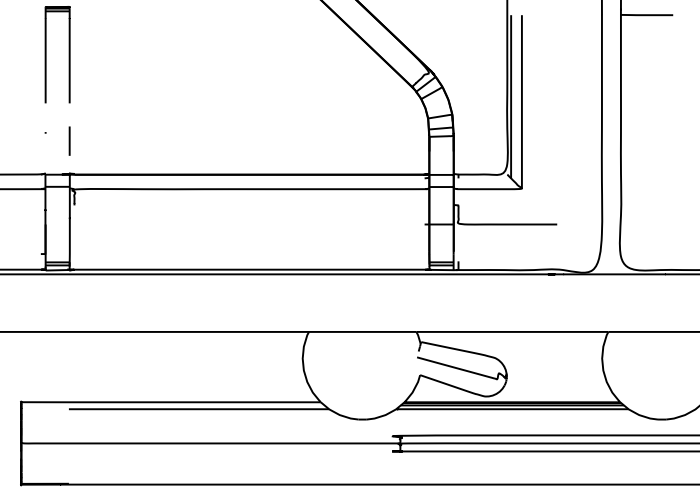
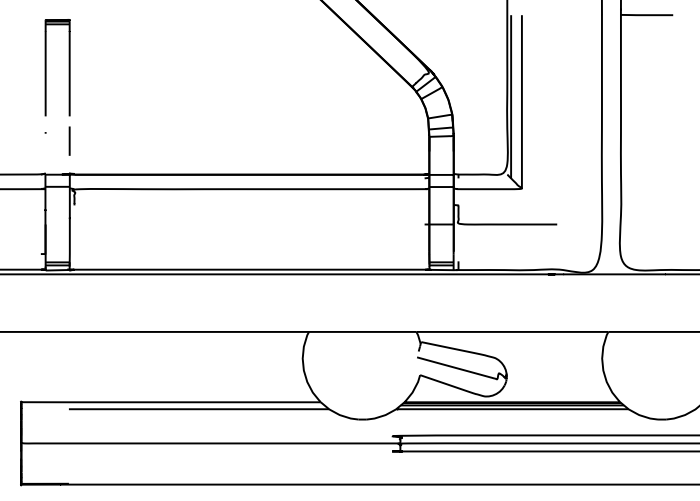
part at (46, 54) position: (46, 54) -> (46, 67)
